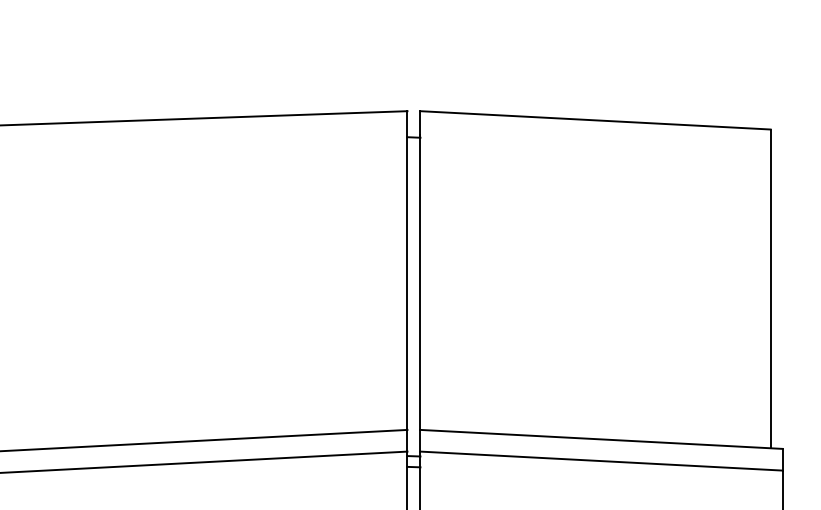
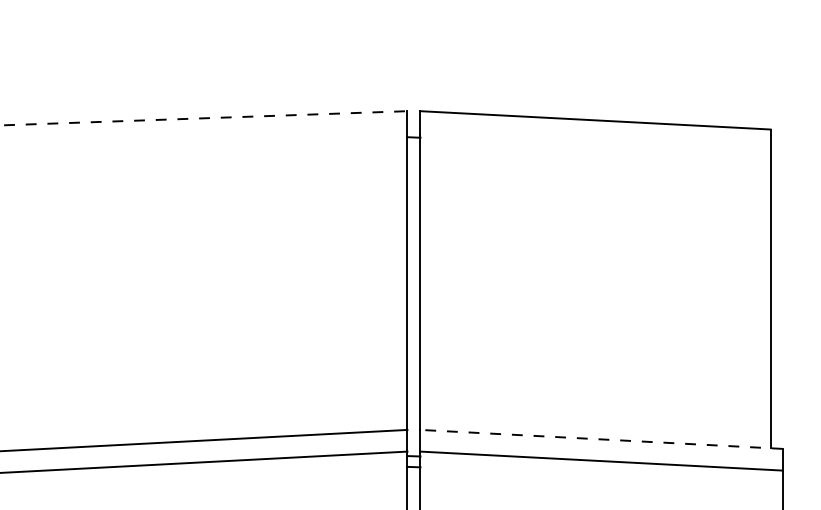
line at (204, 118): solid -> dashed
line at (601, 439): solid -> dashed
